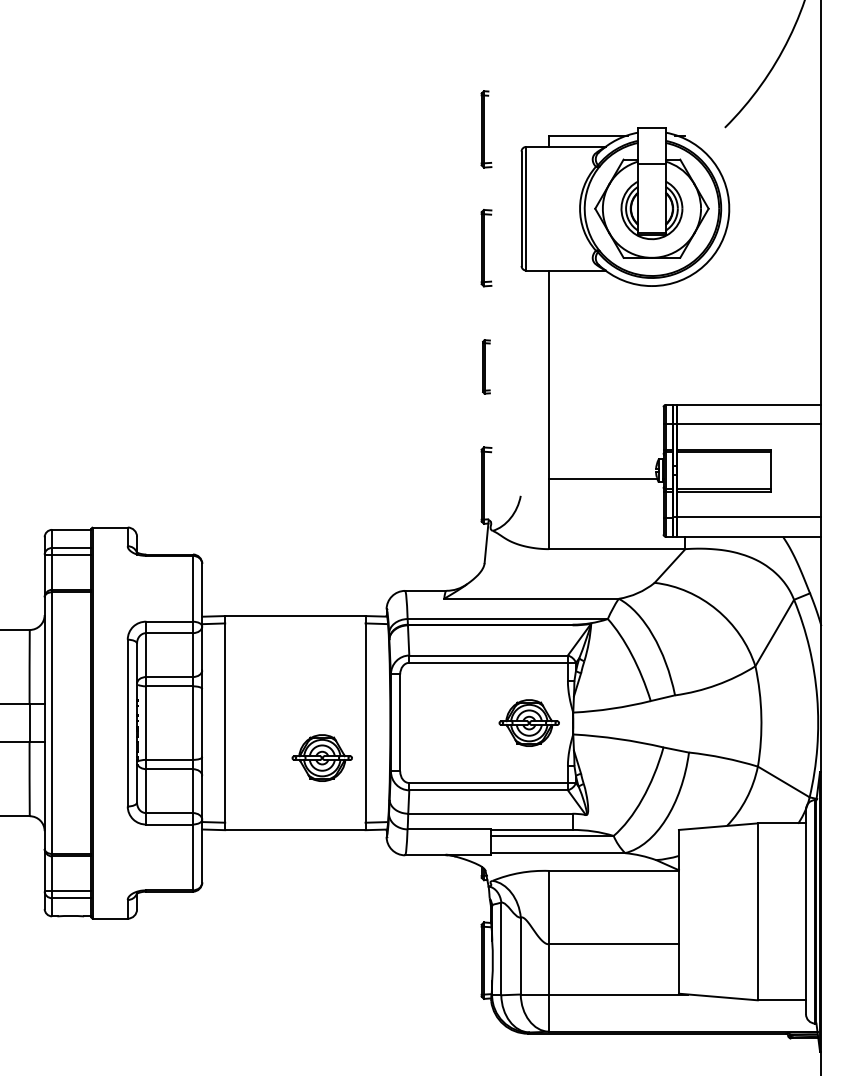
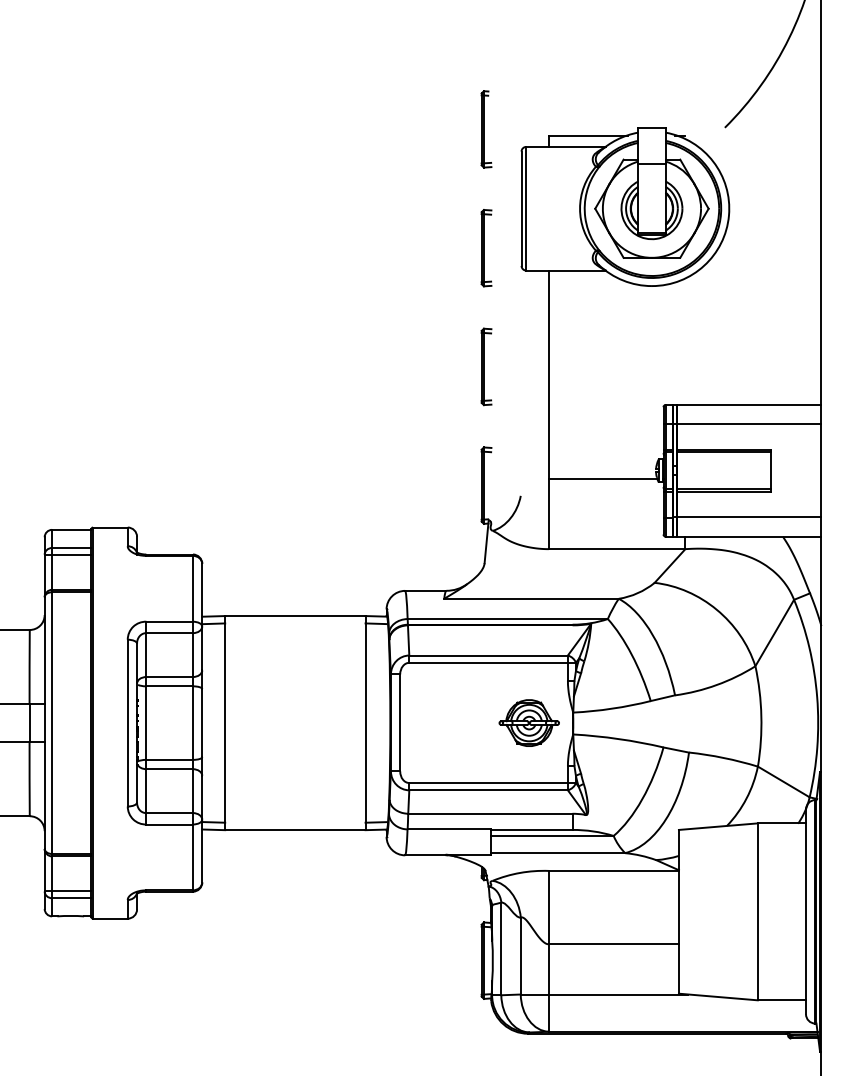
part at (486, 366) size: 9x56 px -> 13x80 px
part at (321, 757): present -> none
